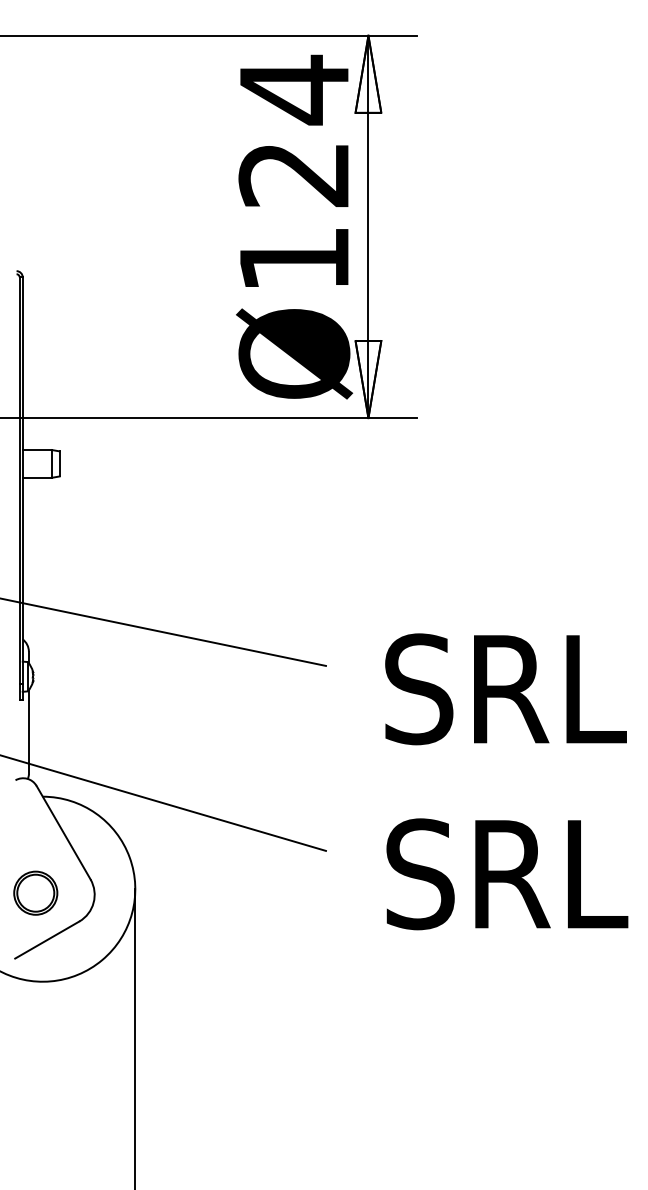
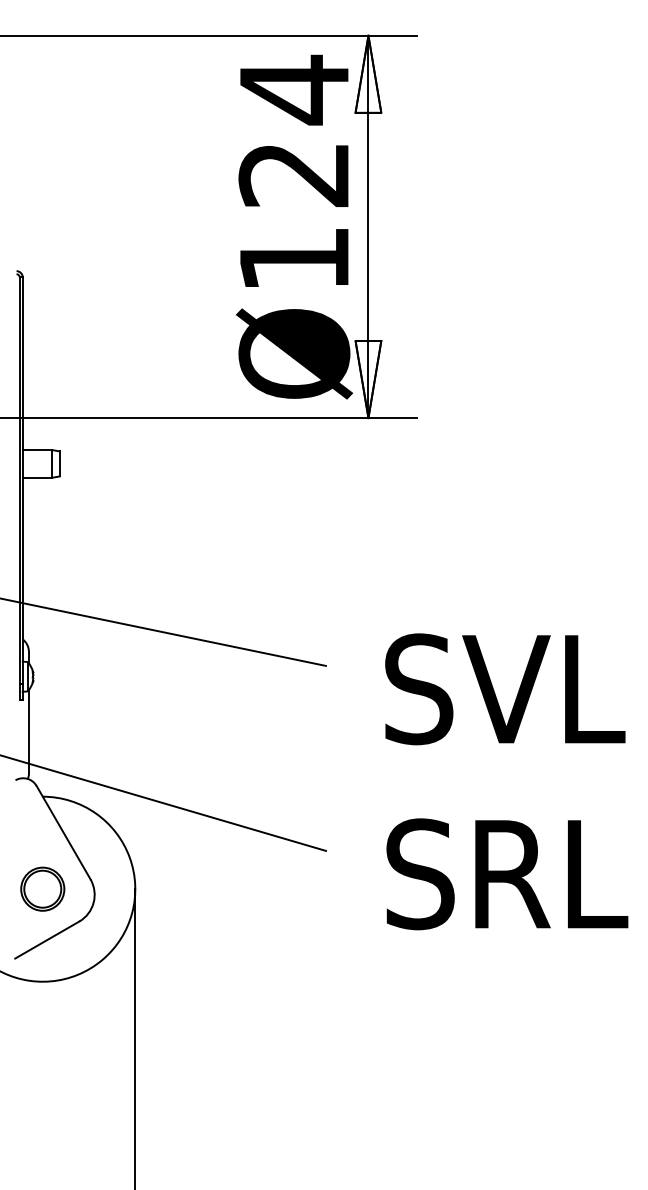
text at (544, 689): SRL -> SVL
part at (35, 892) position: (35, 892) -> (42, 888)
